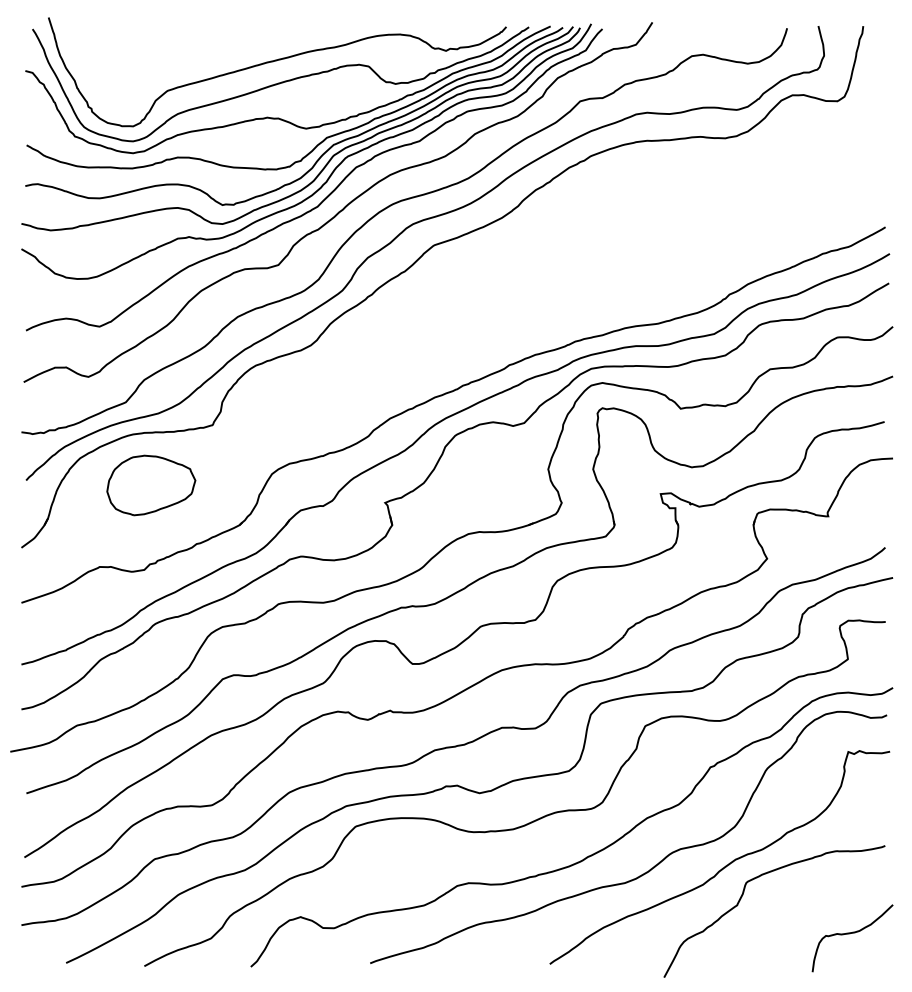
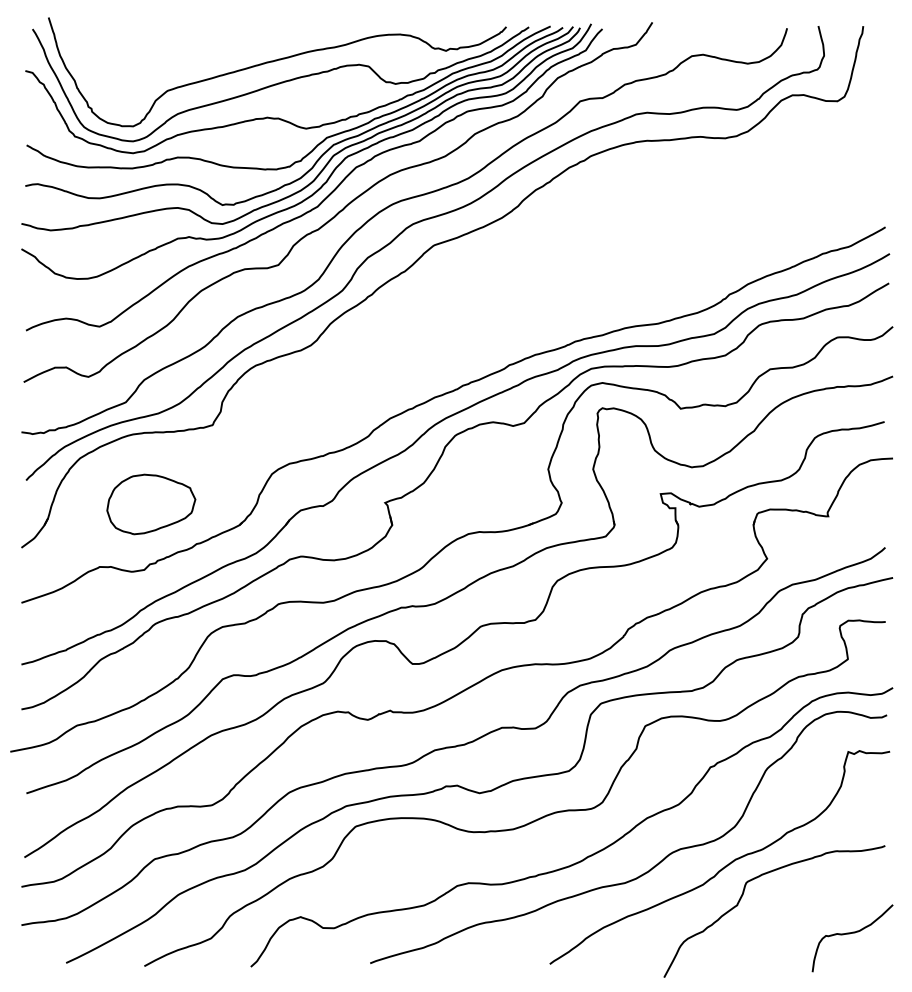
part at (151, 485) position: (151, 485) -> (151, 504)
